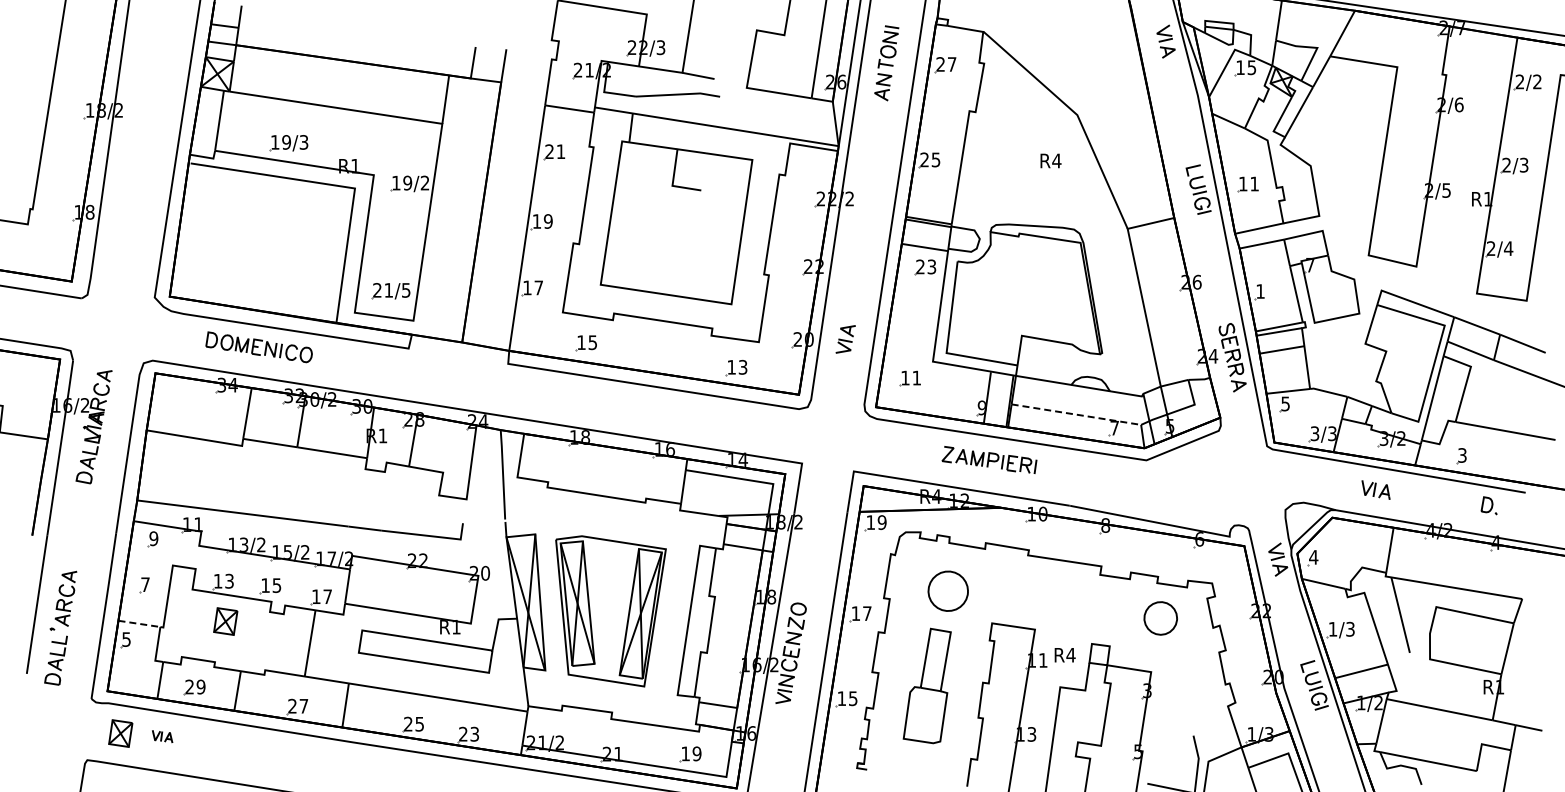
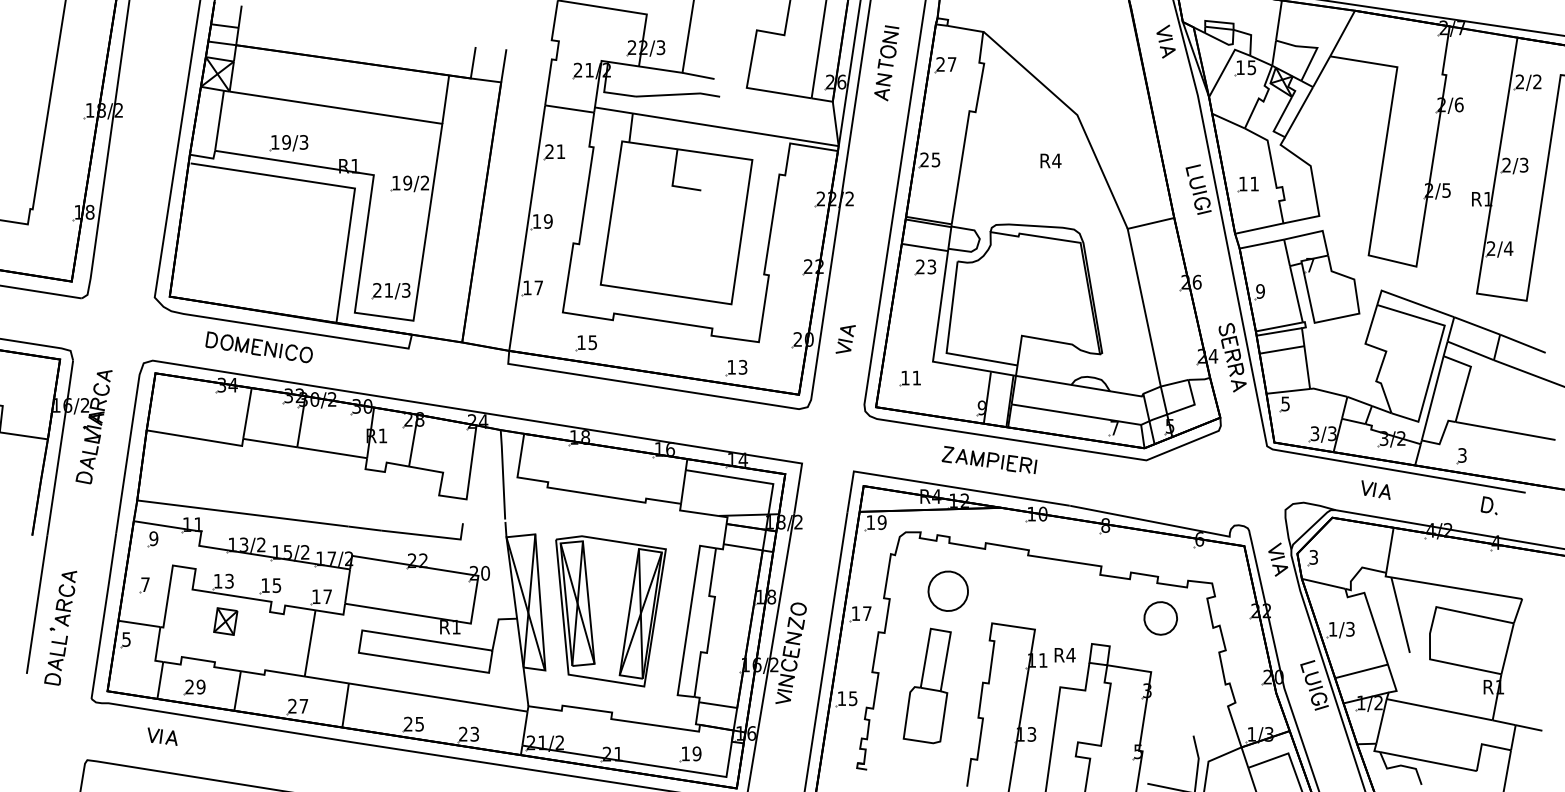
text at (406, 289): 21/5 -> 21/3
text at (1260, 291): 1 -> 9
line at (1076, 414): dashed -> solid
text at (1313, 557): 4 -> 3
line at (139, 623): dashed -> solid
part at (120, 733): present -> none
part at (162, 736) size: 22x14 px -> 31x19 px
